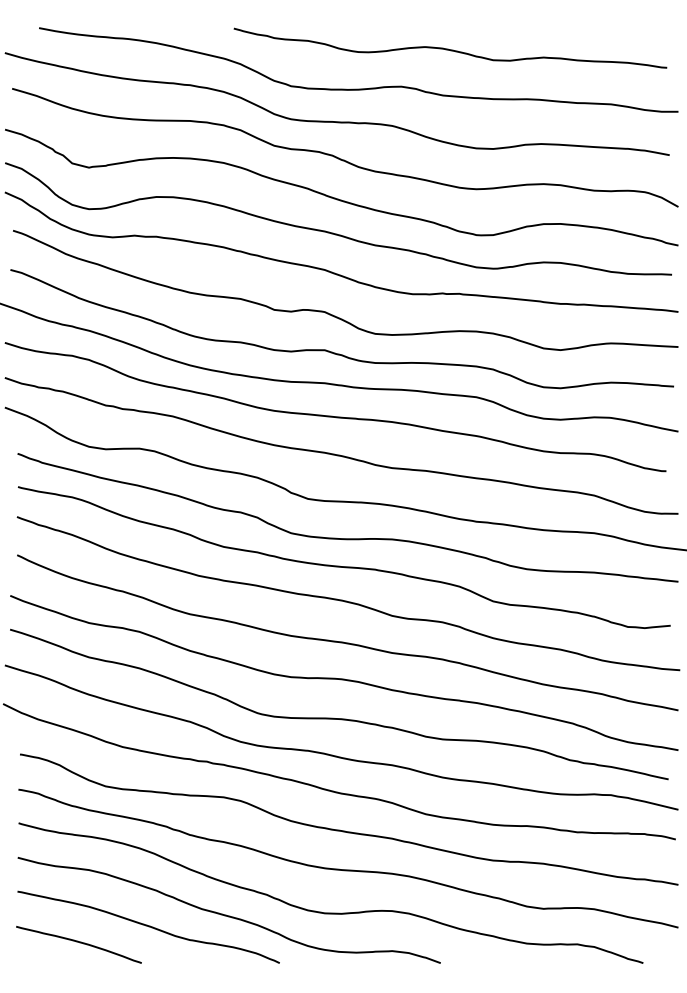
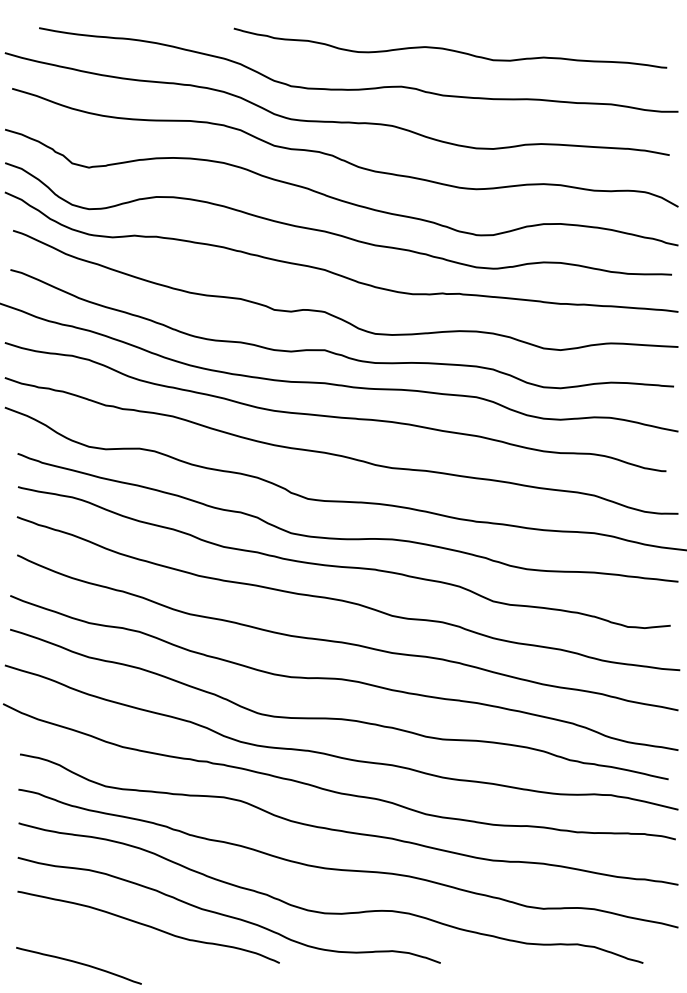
curve at (79, 943) position: (79, 943) -> (79, 964)
